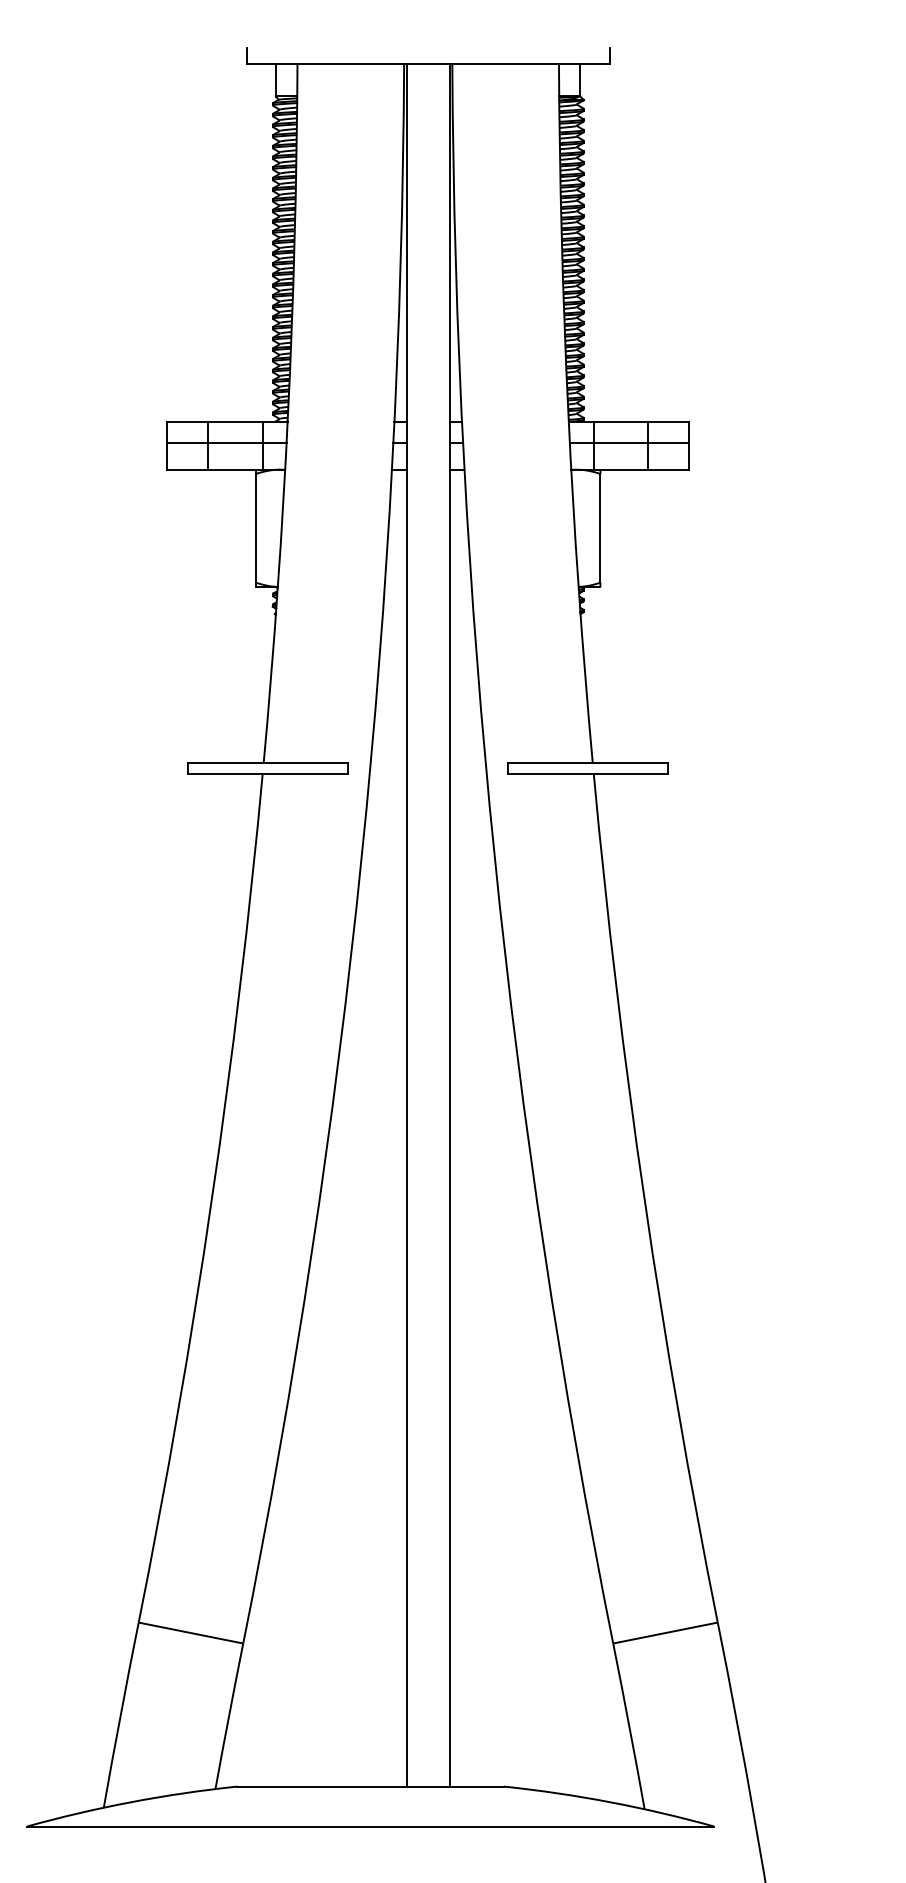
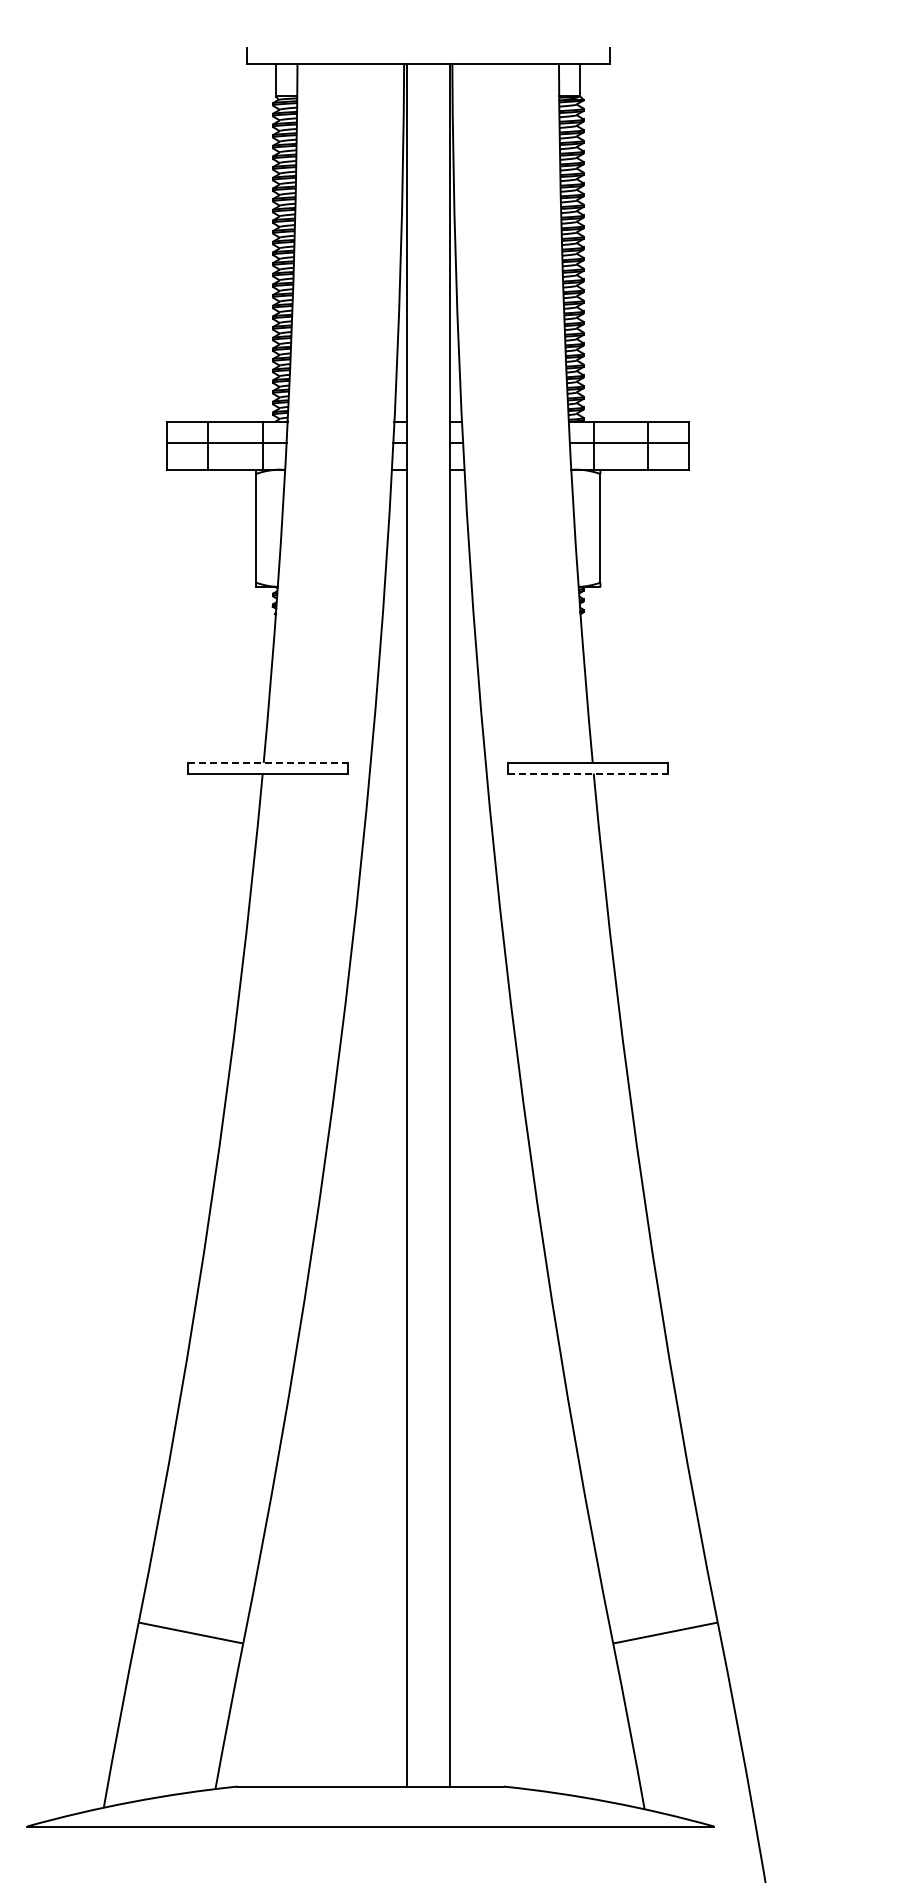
line at (268, 762): solid -> dashed
line at (588, 773): solid -> dashed
